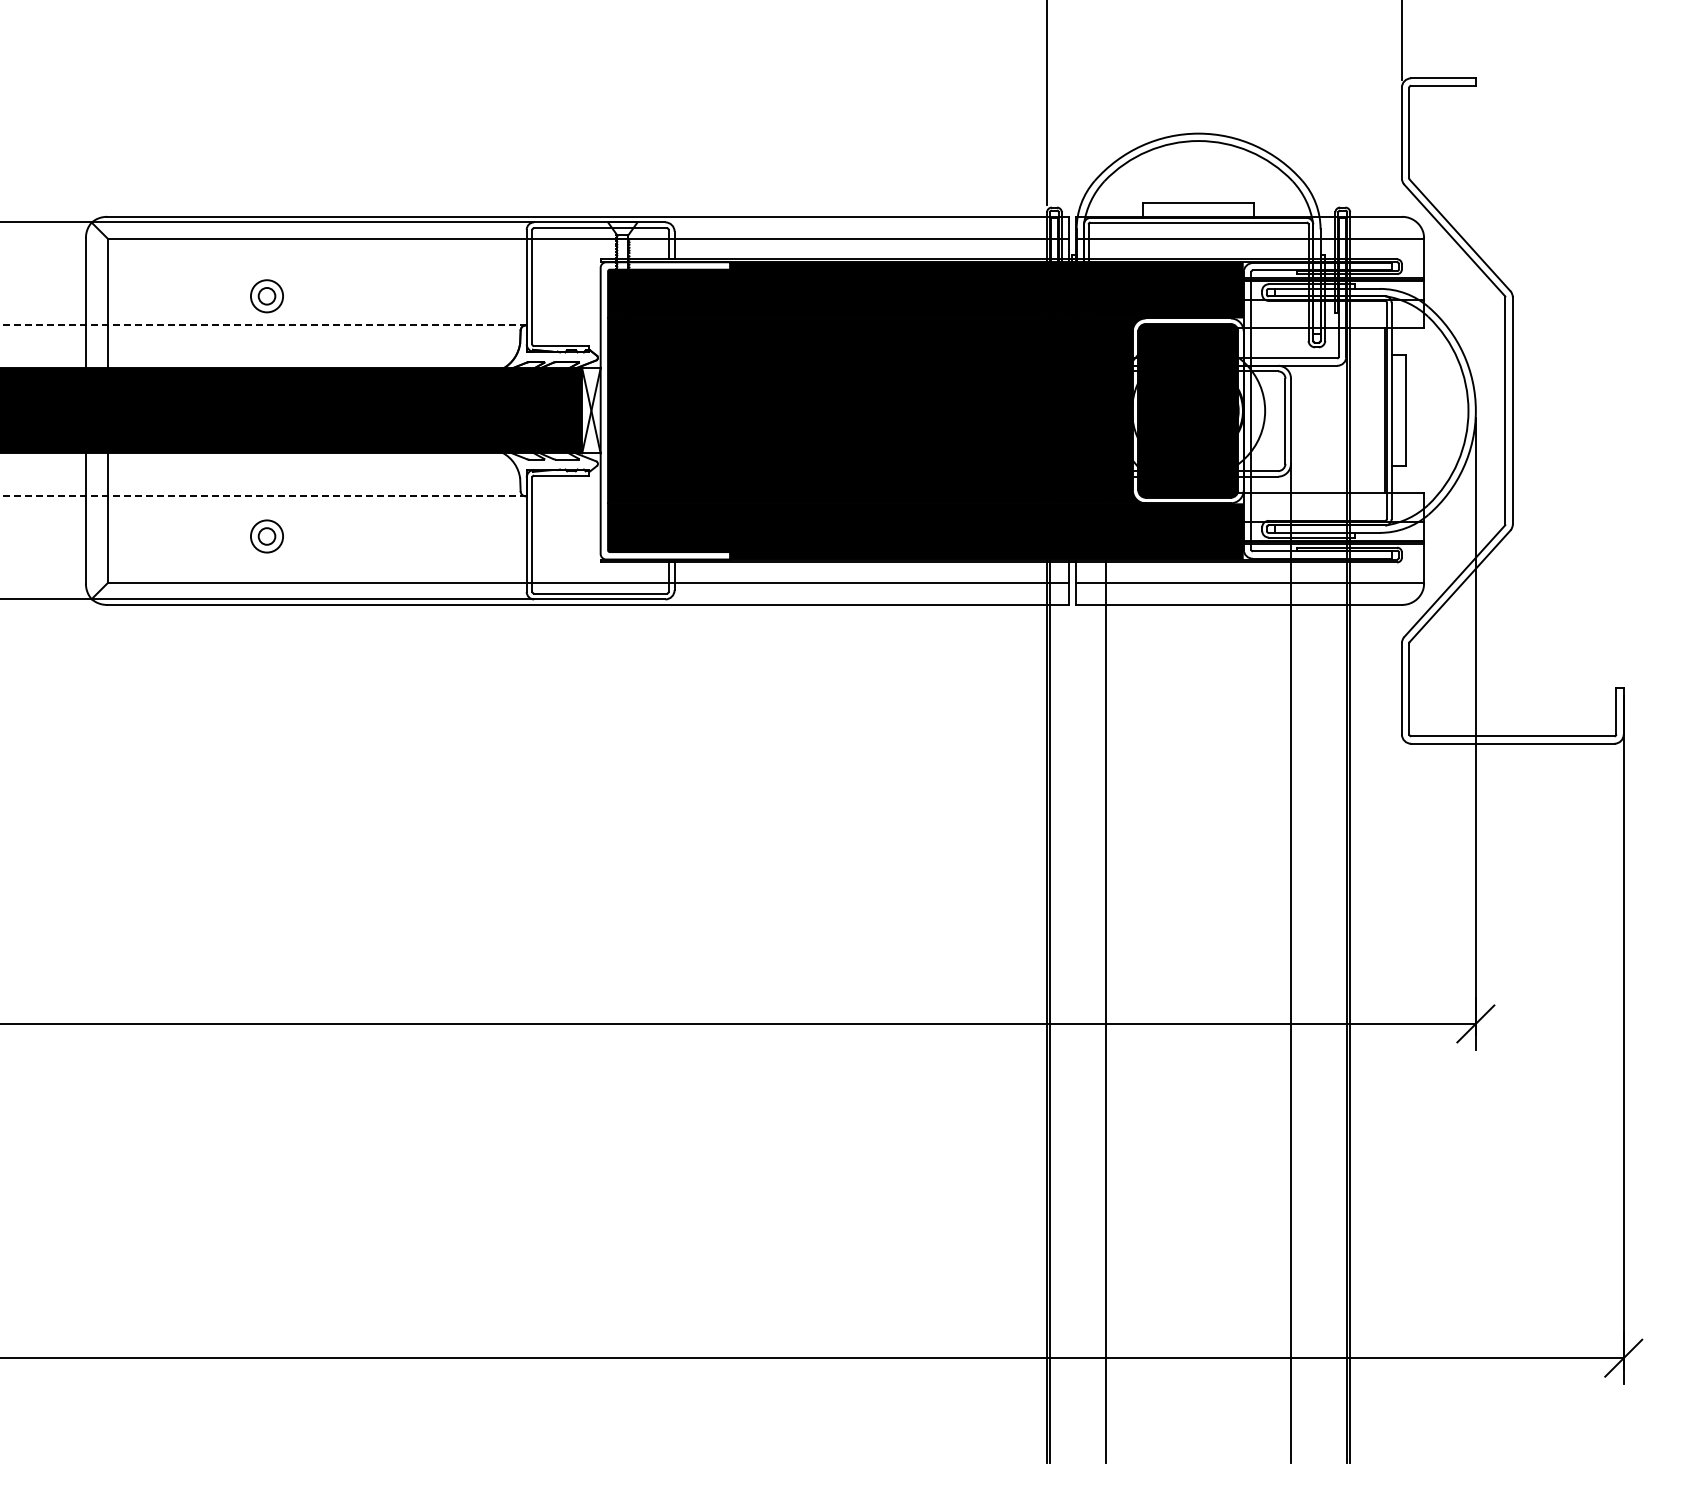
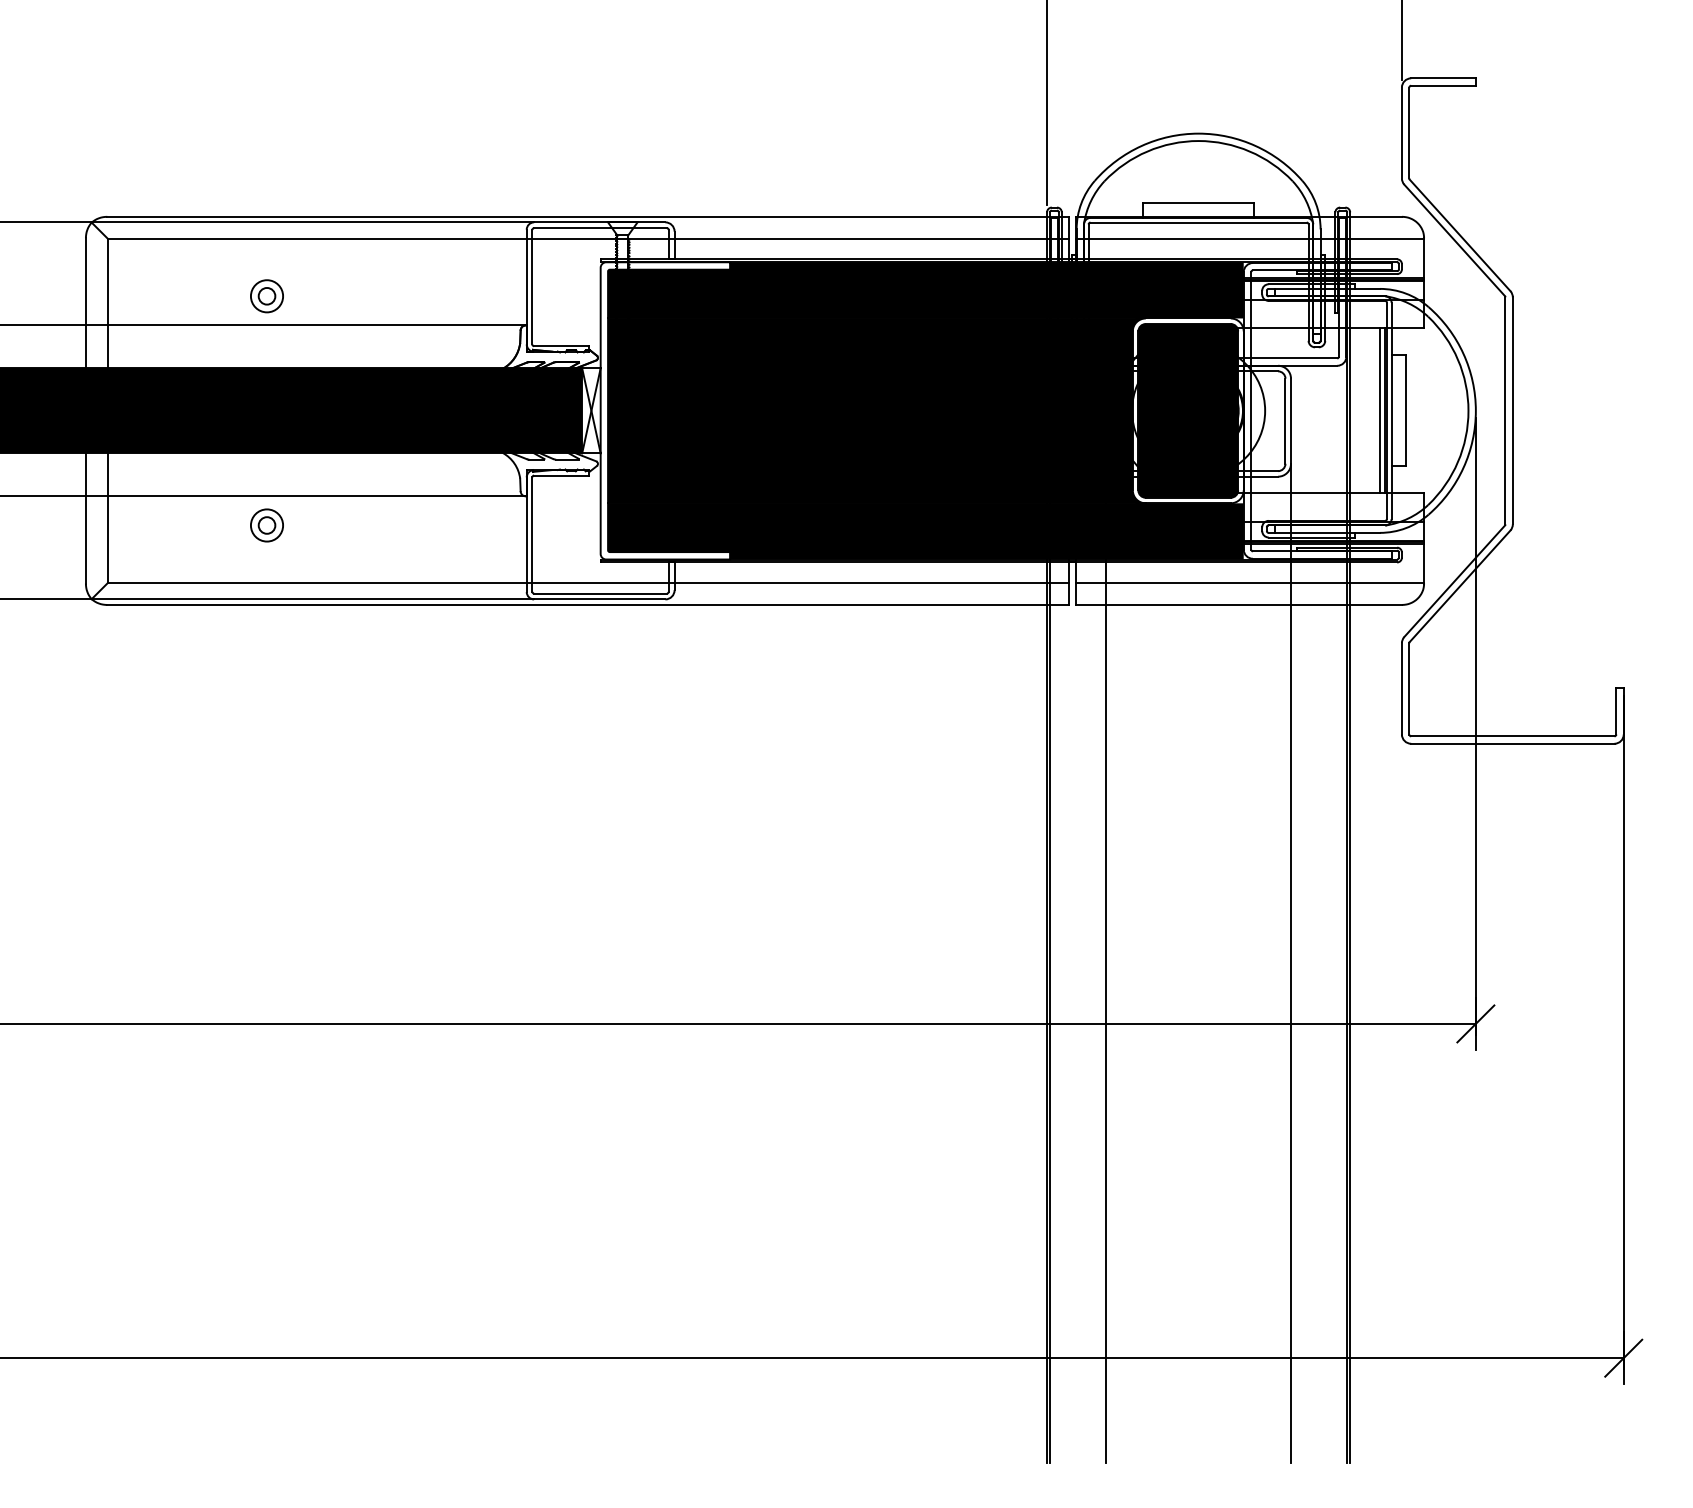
line at (262, 325): dashed -> solid
line at (1379, 410): none -> present
line at (262, 496): dashed -> solid
part at (266, 536) position: (266, 536) -> (266, 525)
